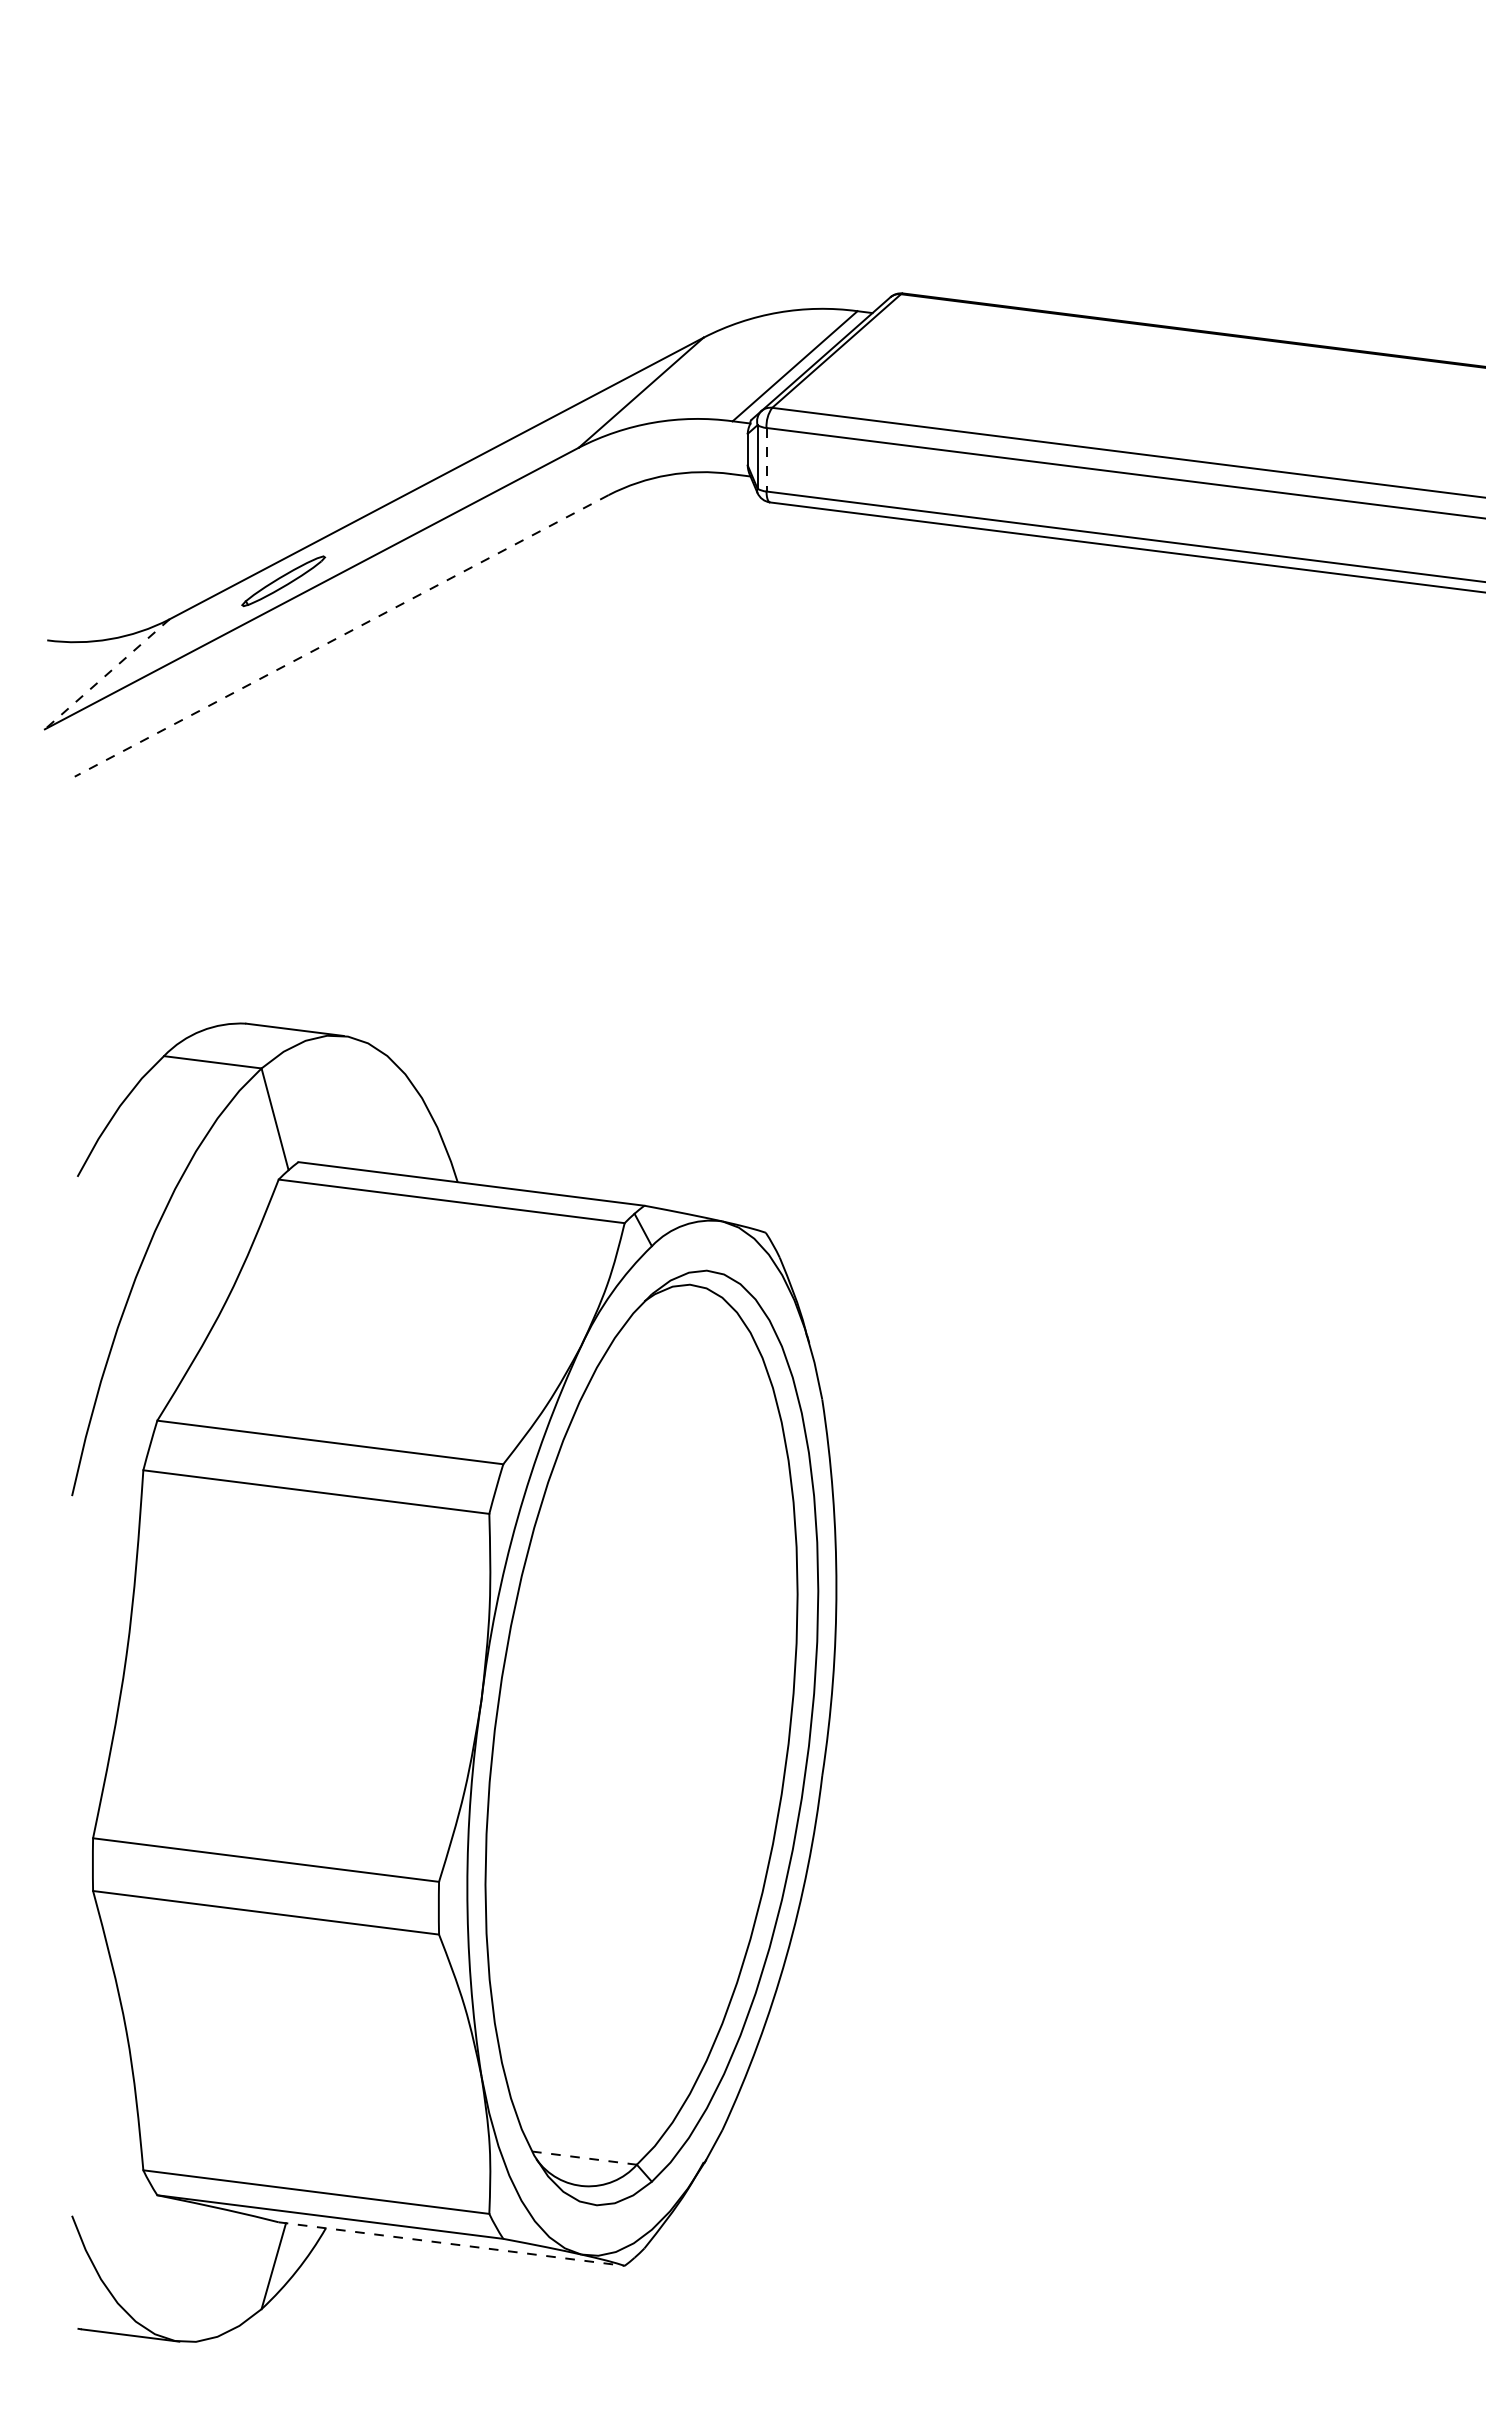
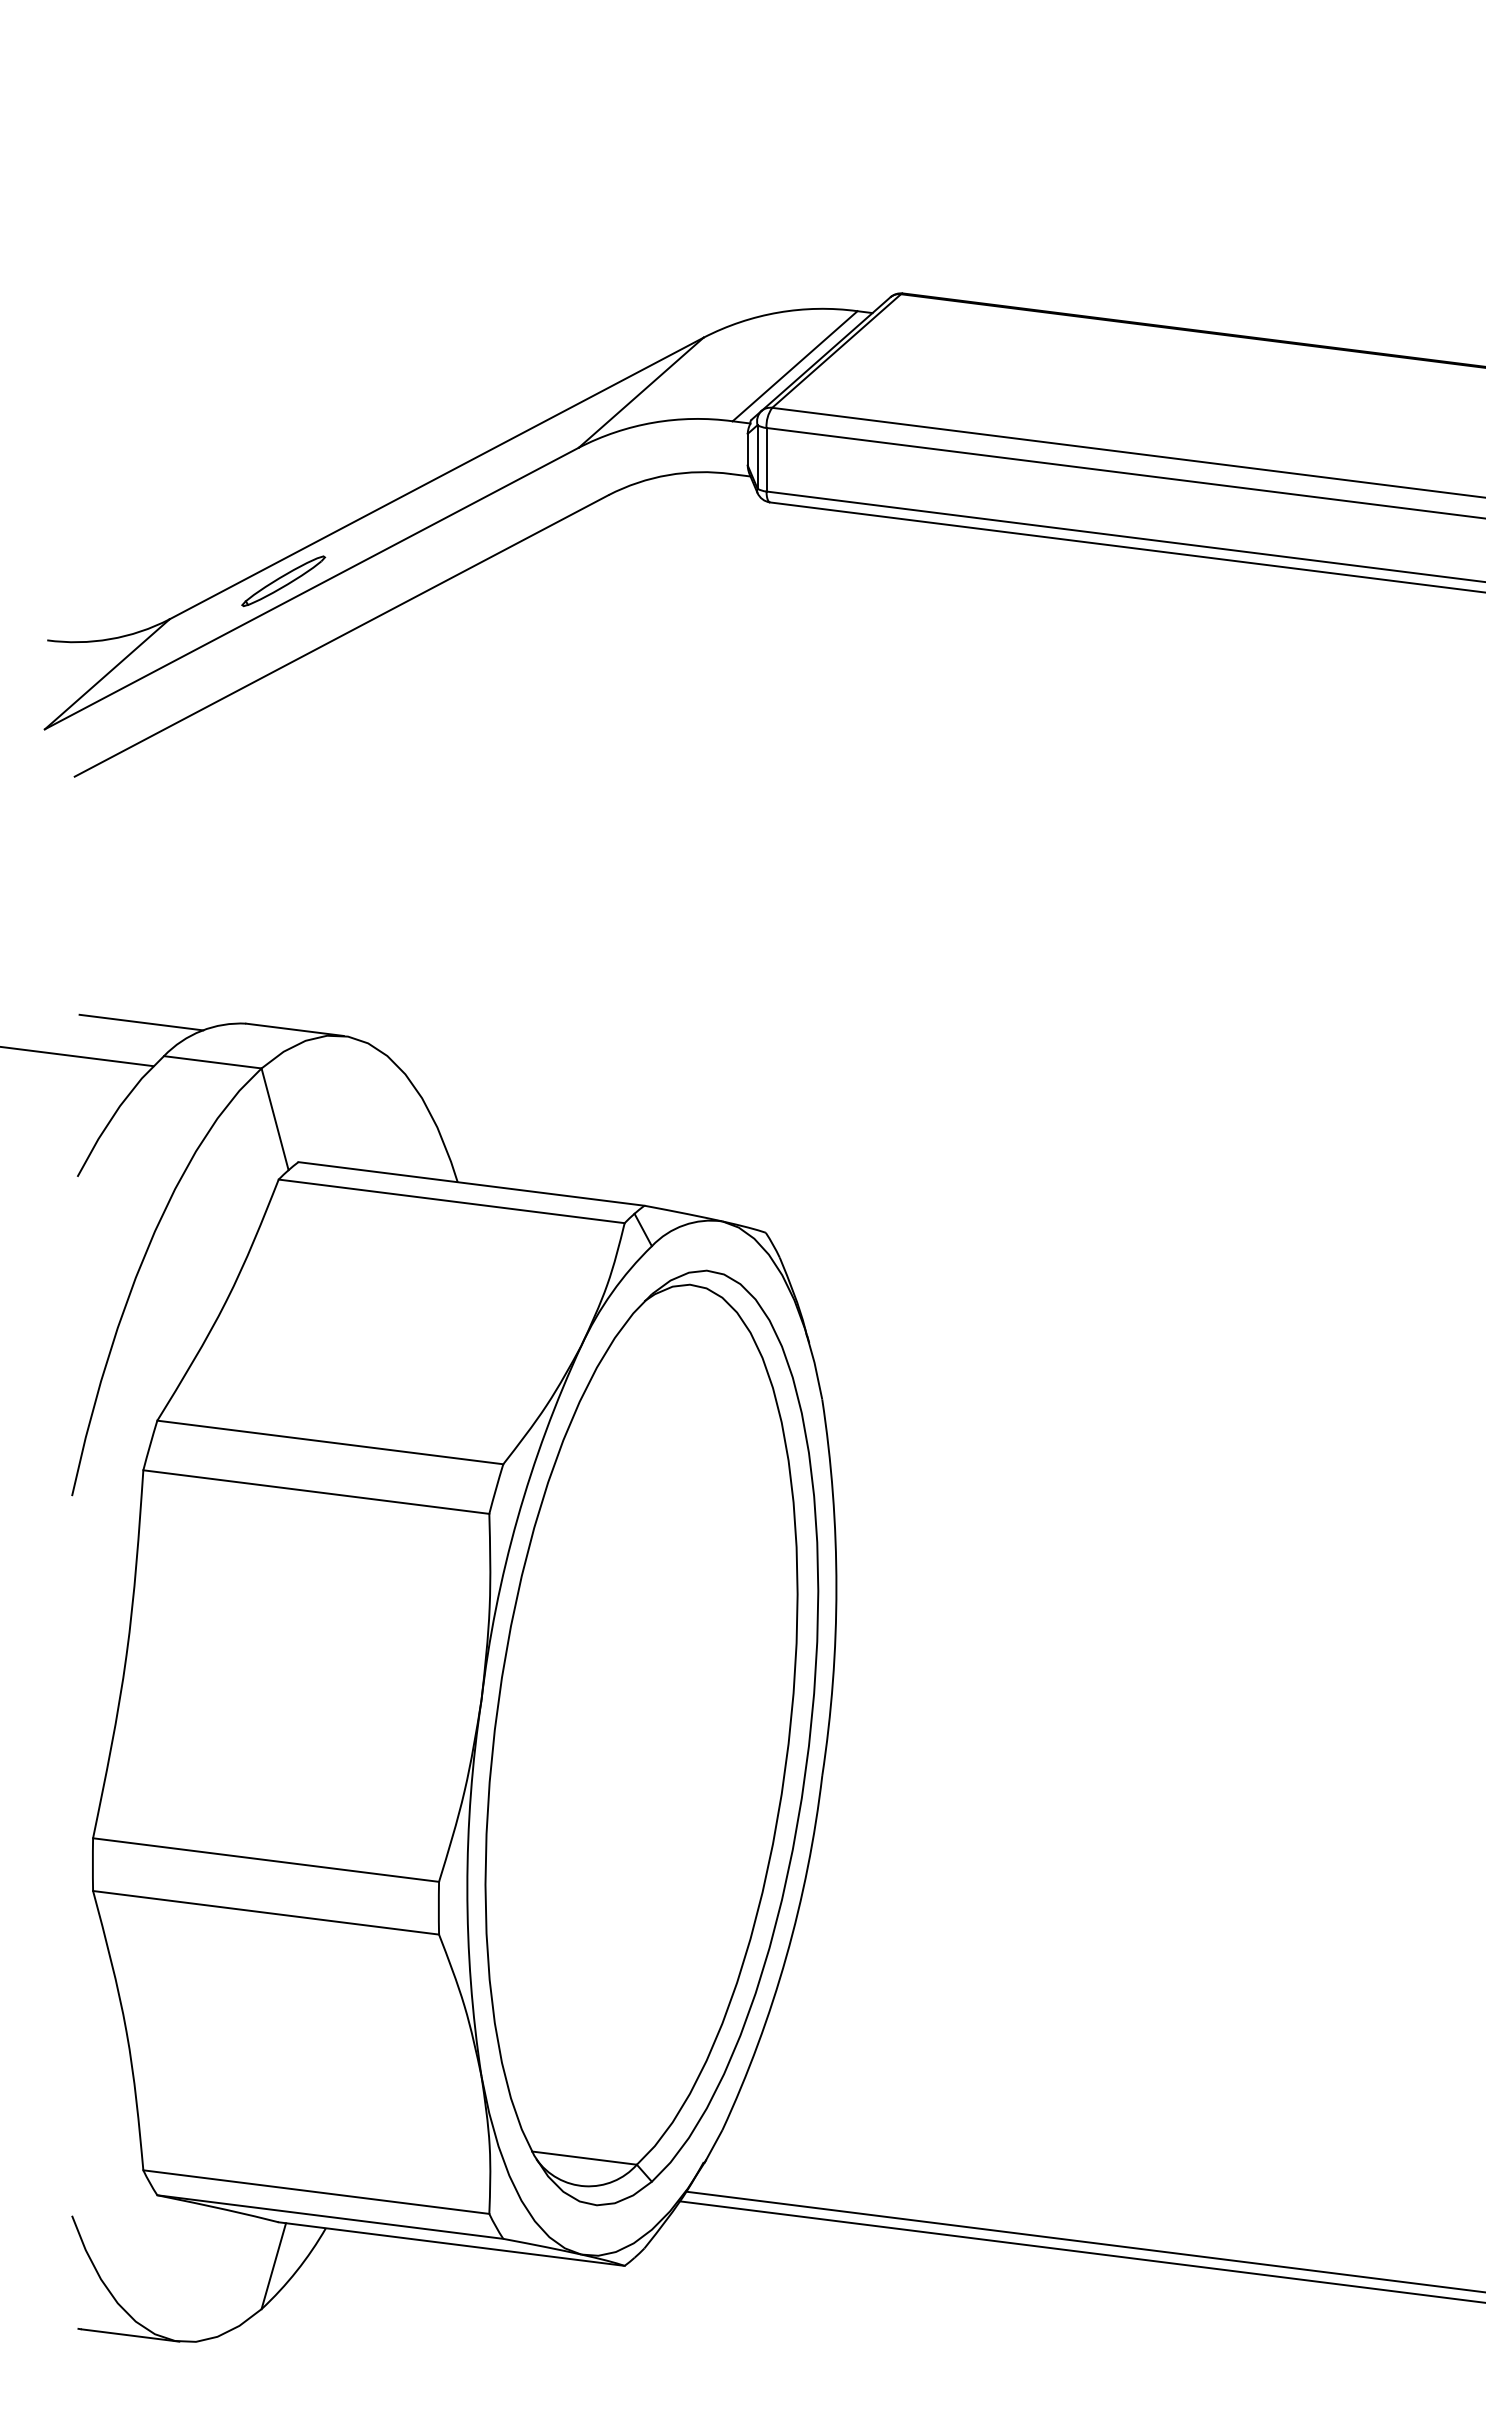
line at (766, 459): dashed -> solid
line at (341, 635): dashed -> solid
line at (106, 674): dashed -> solid
line at (141, 1022): none -> present
line at (77, 1056): none -> present
line at (584, 2158): dashed -> solid
line at (1084, 2241): none -> present
line at (452, 2244): dashed -> solid
line at (1080, 2251): none -> present
